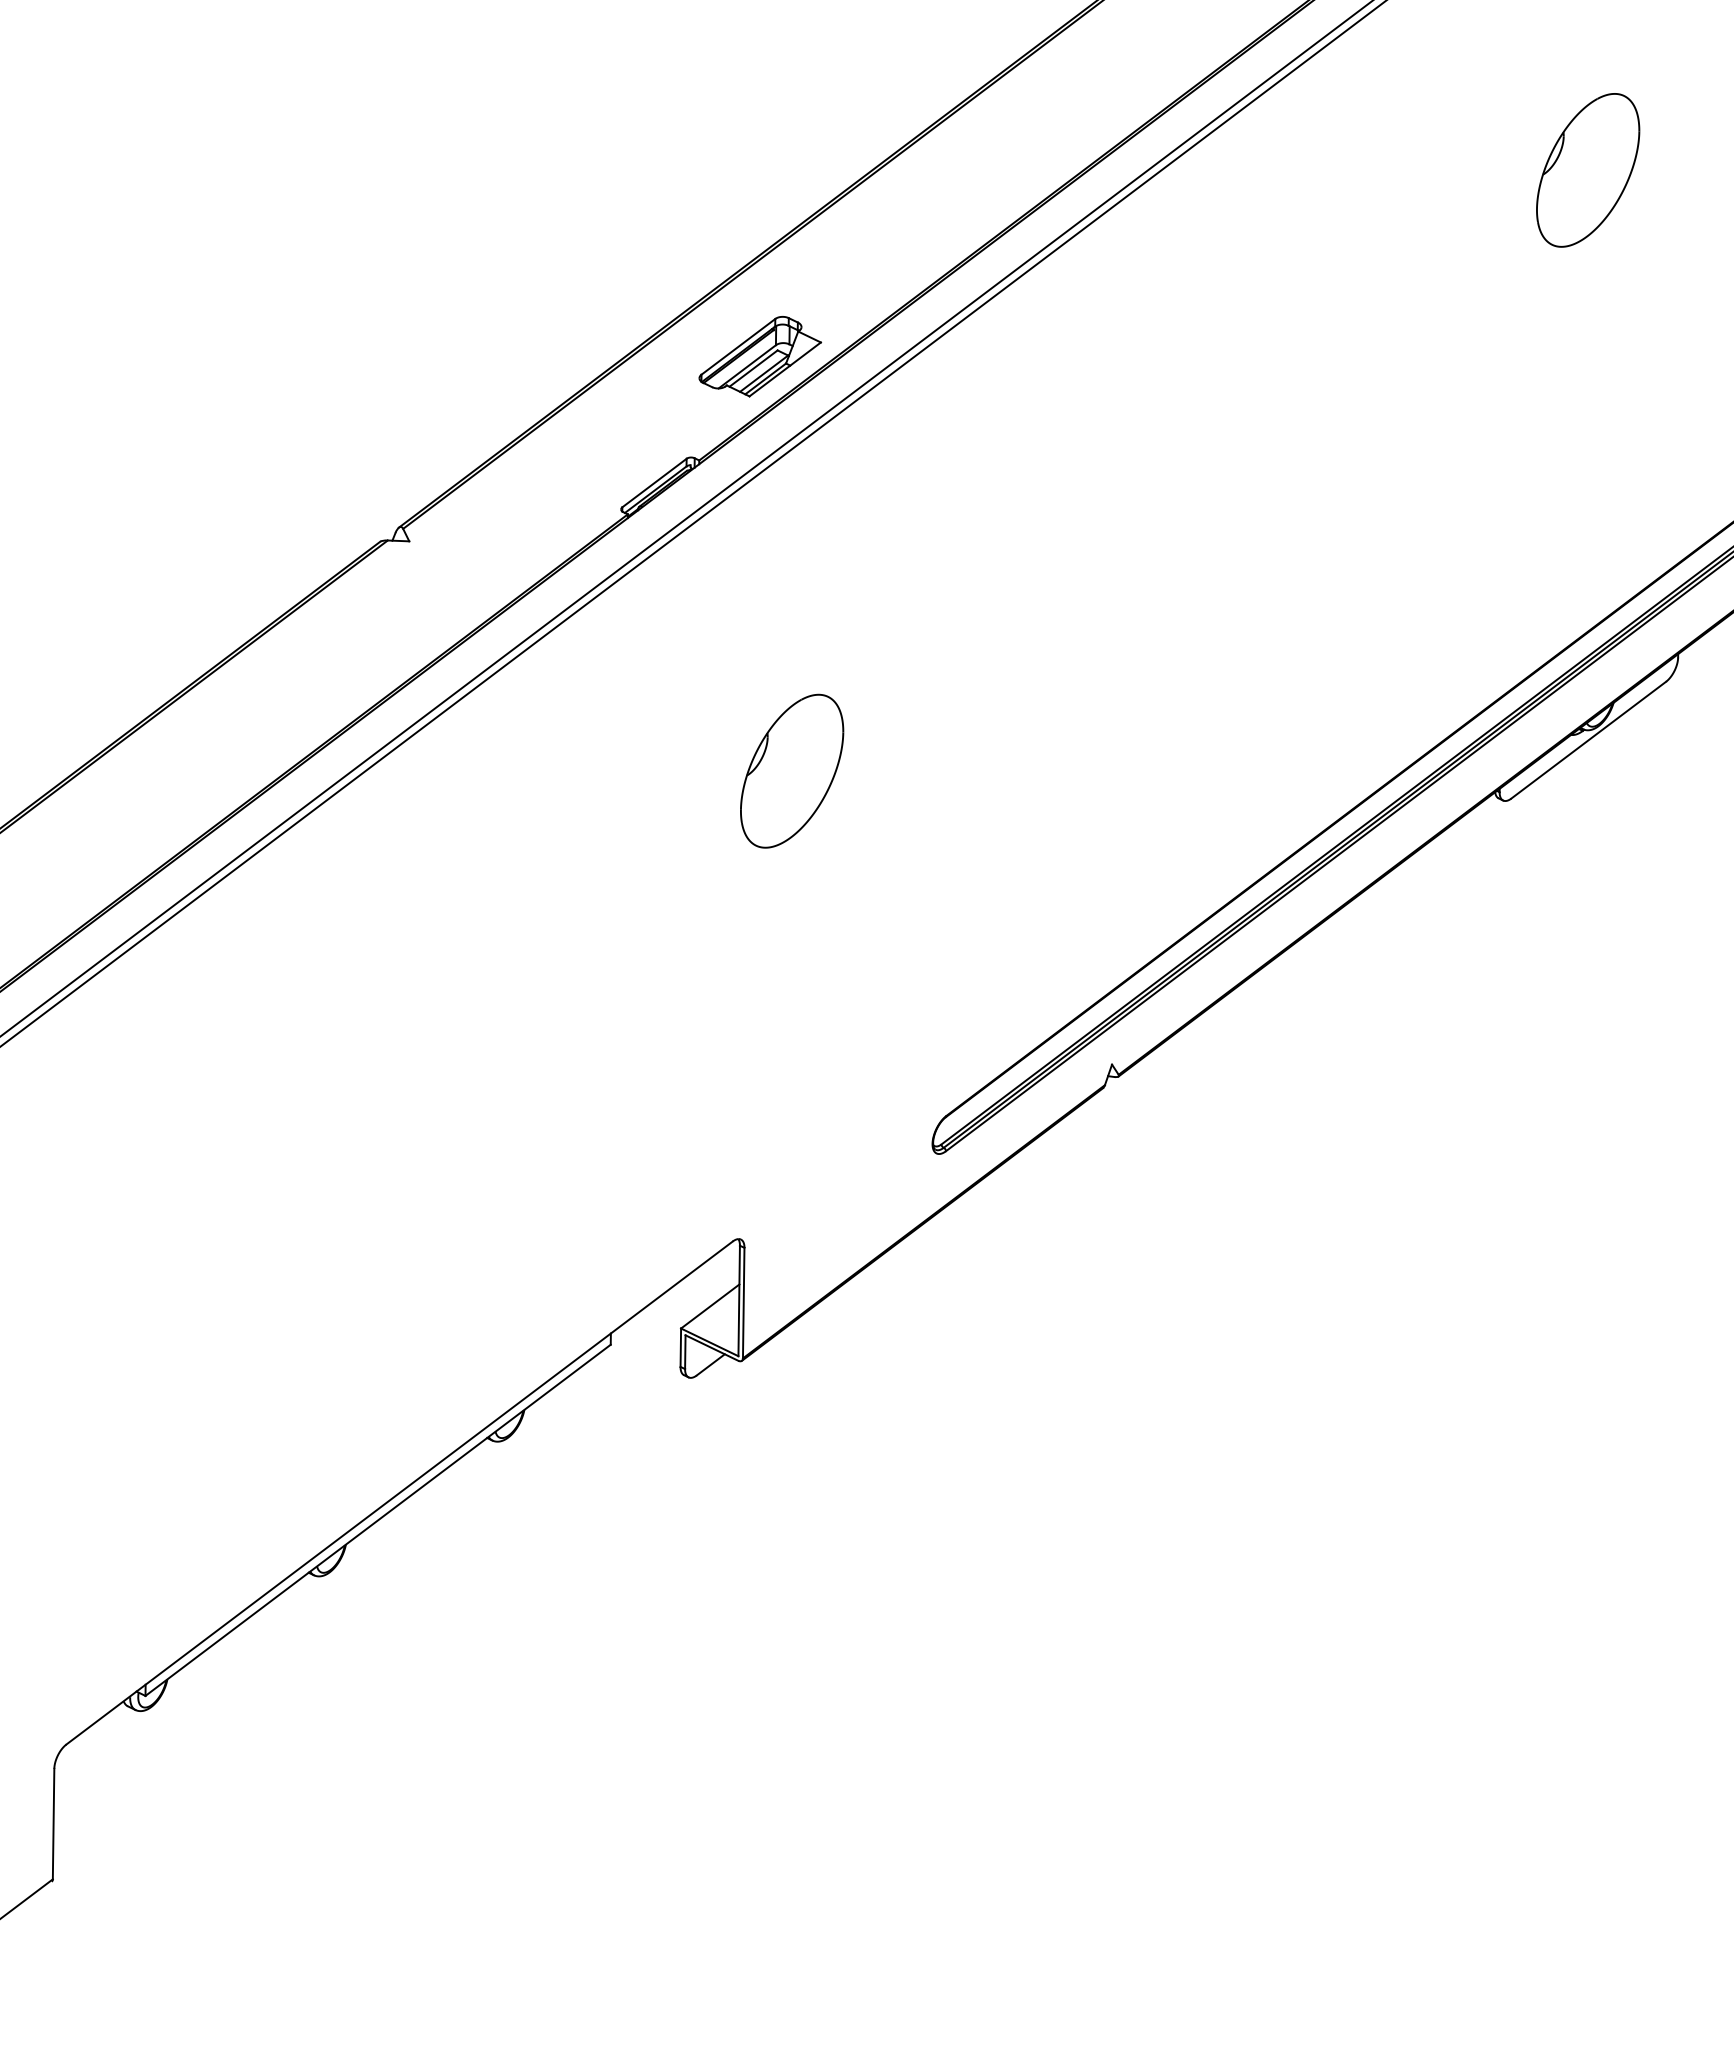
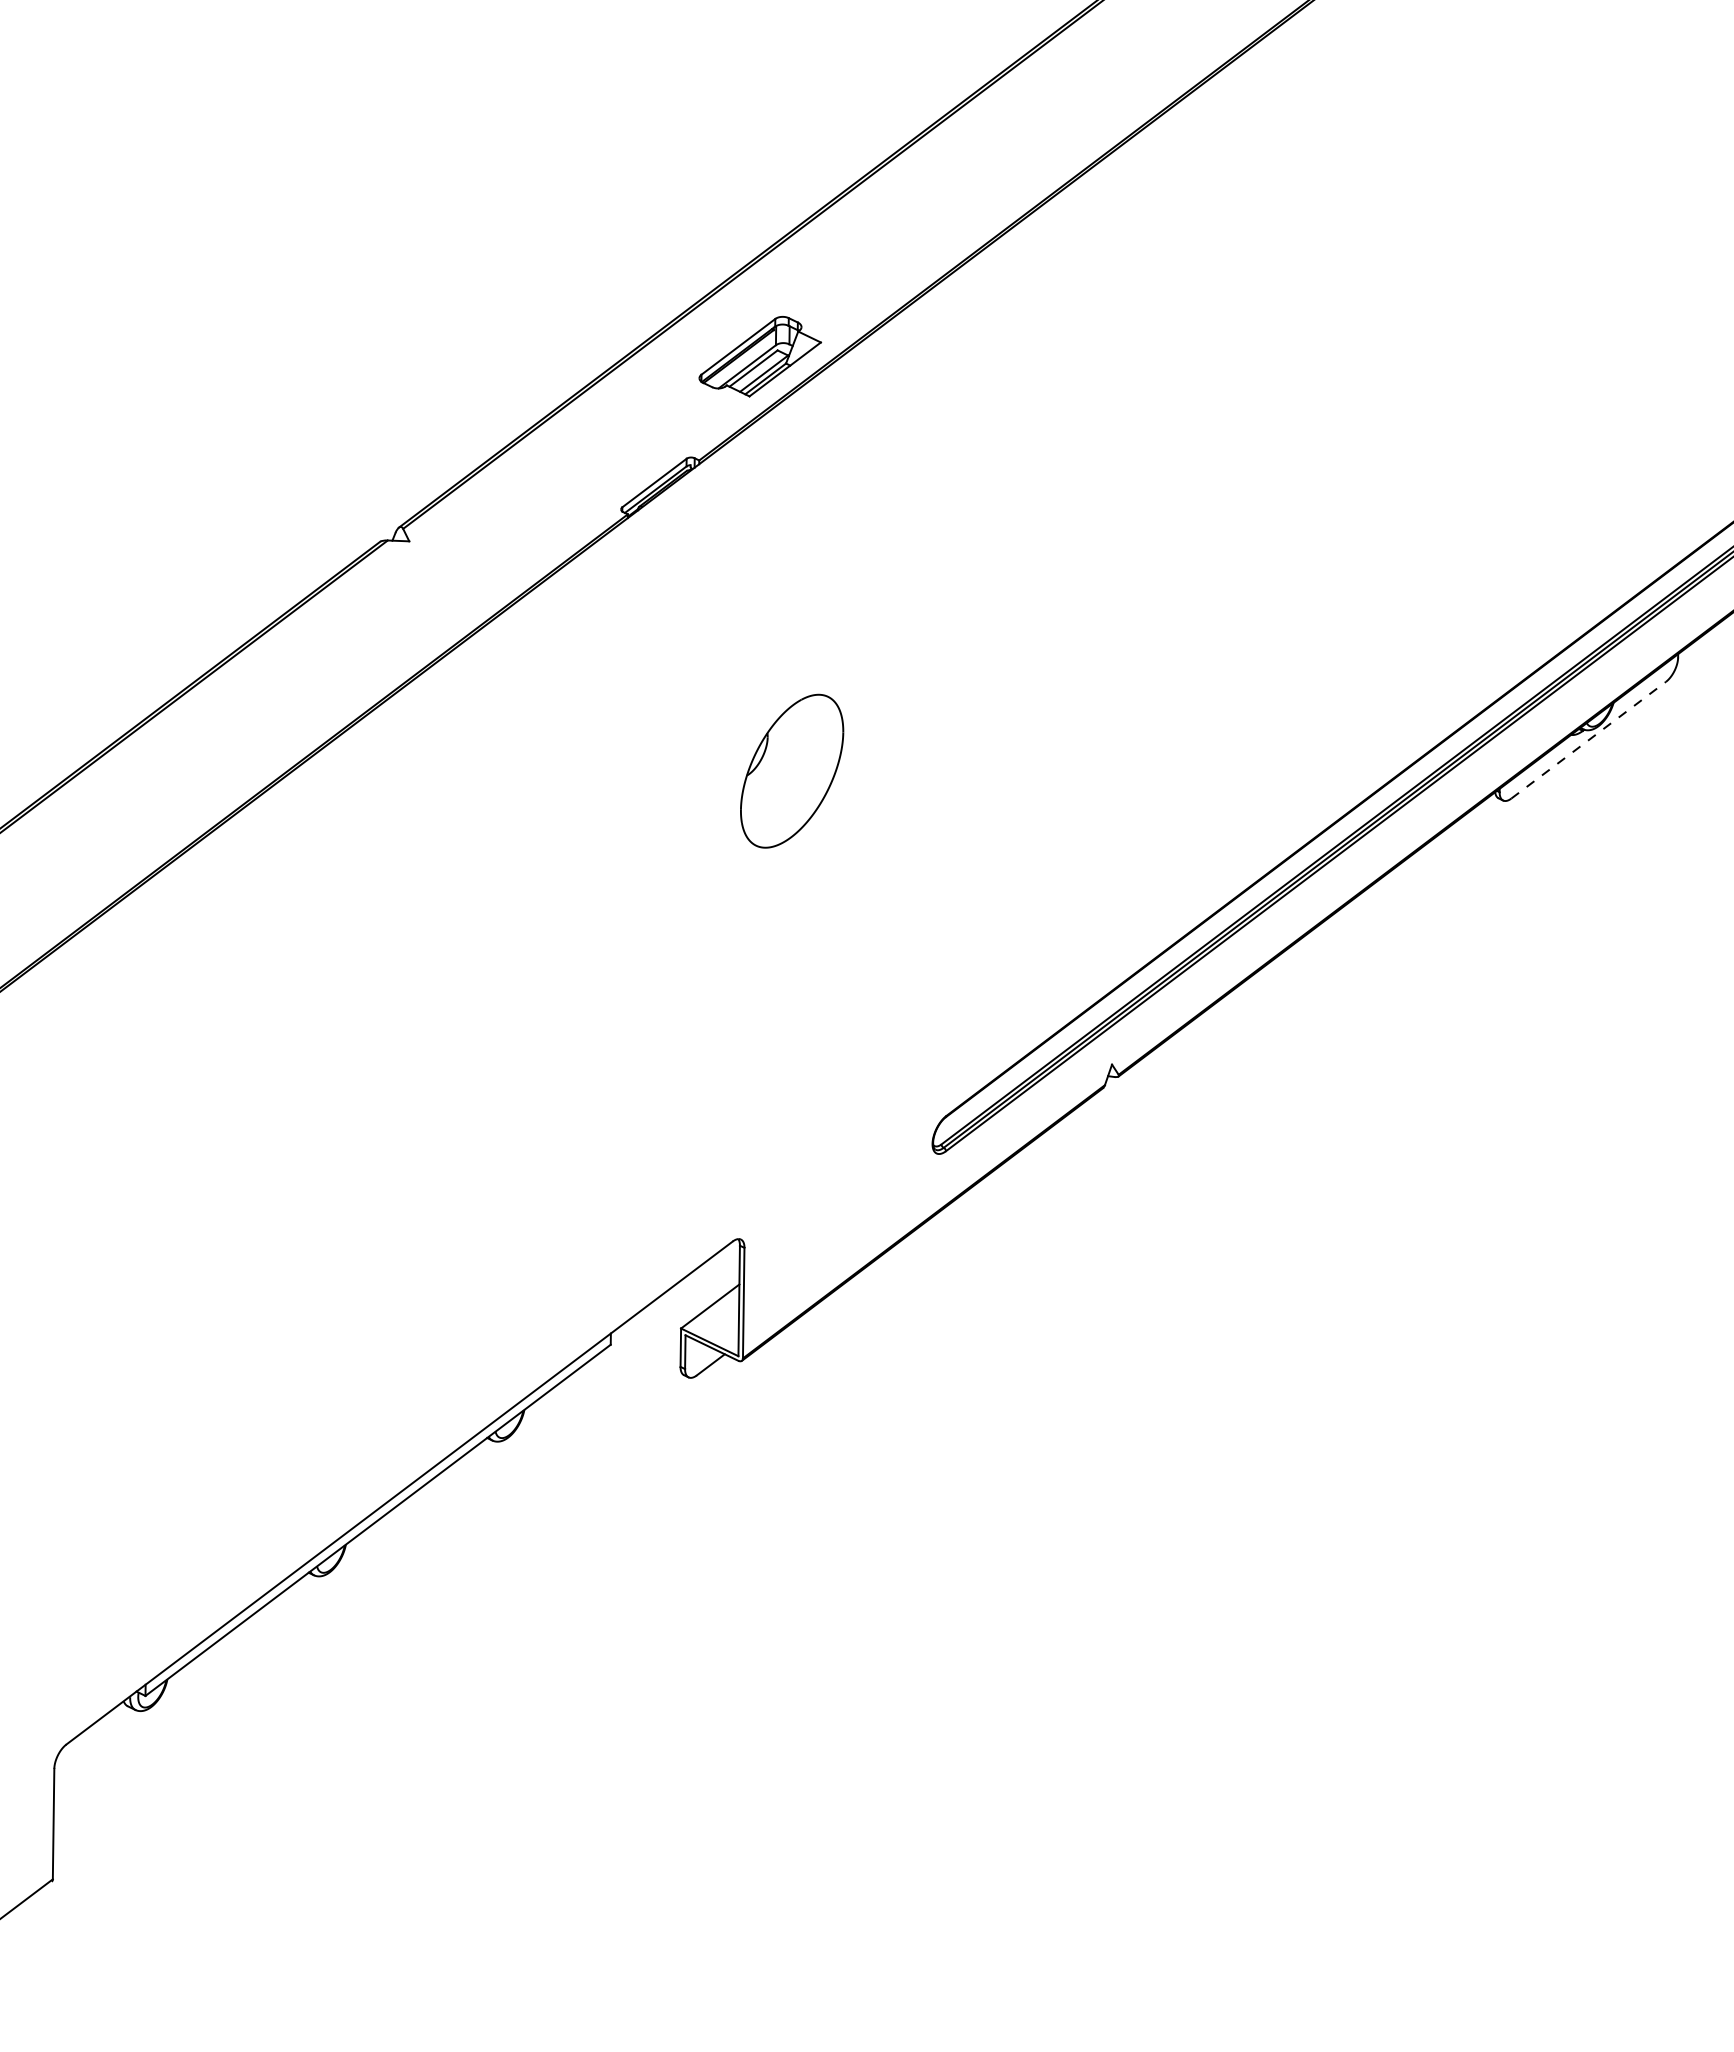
part at (1588, 170): present -> none
line at (686, 518): present -> none
line at (693, 523): present -> none
line at (1588, 740): solid -> dashed
